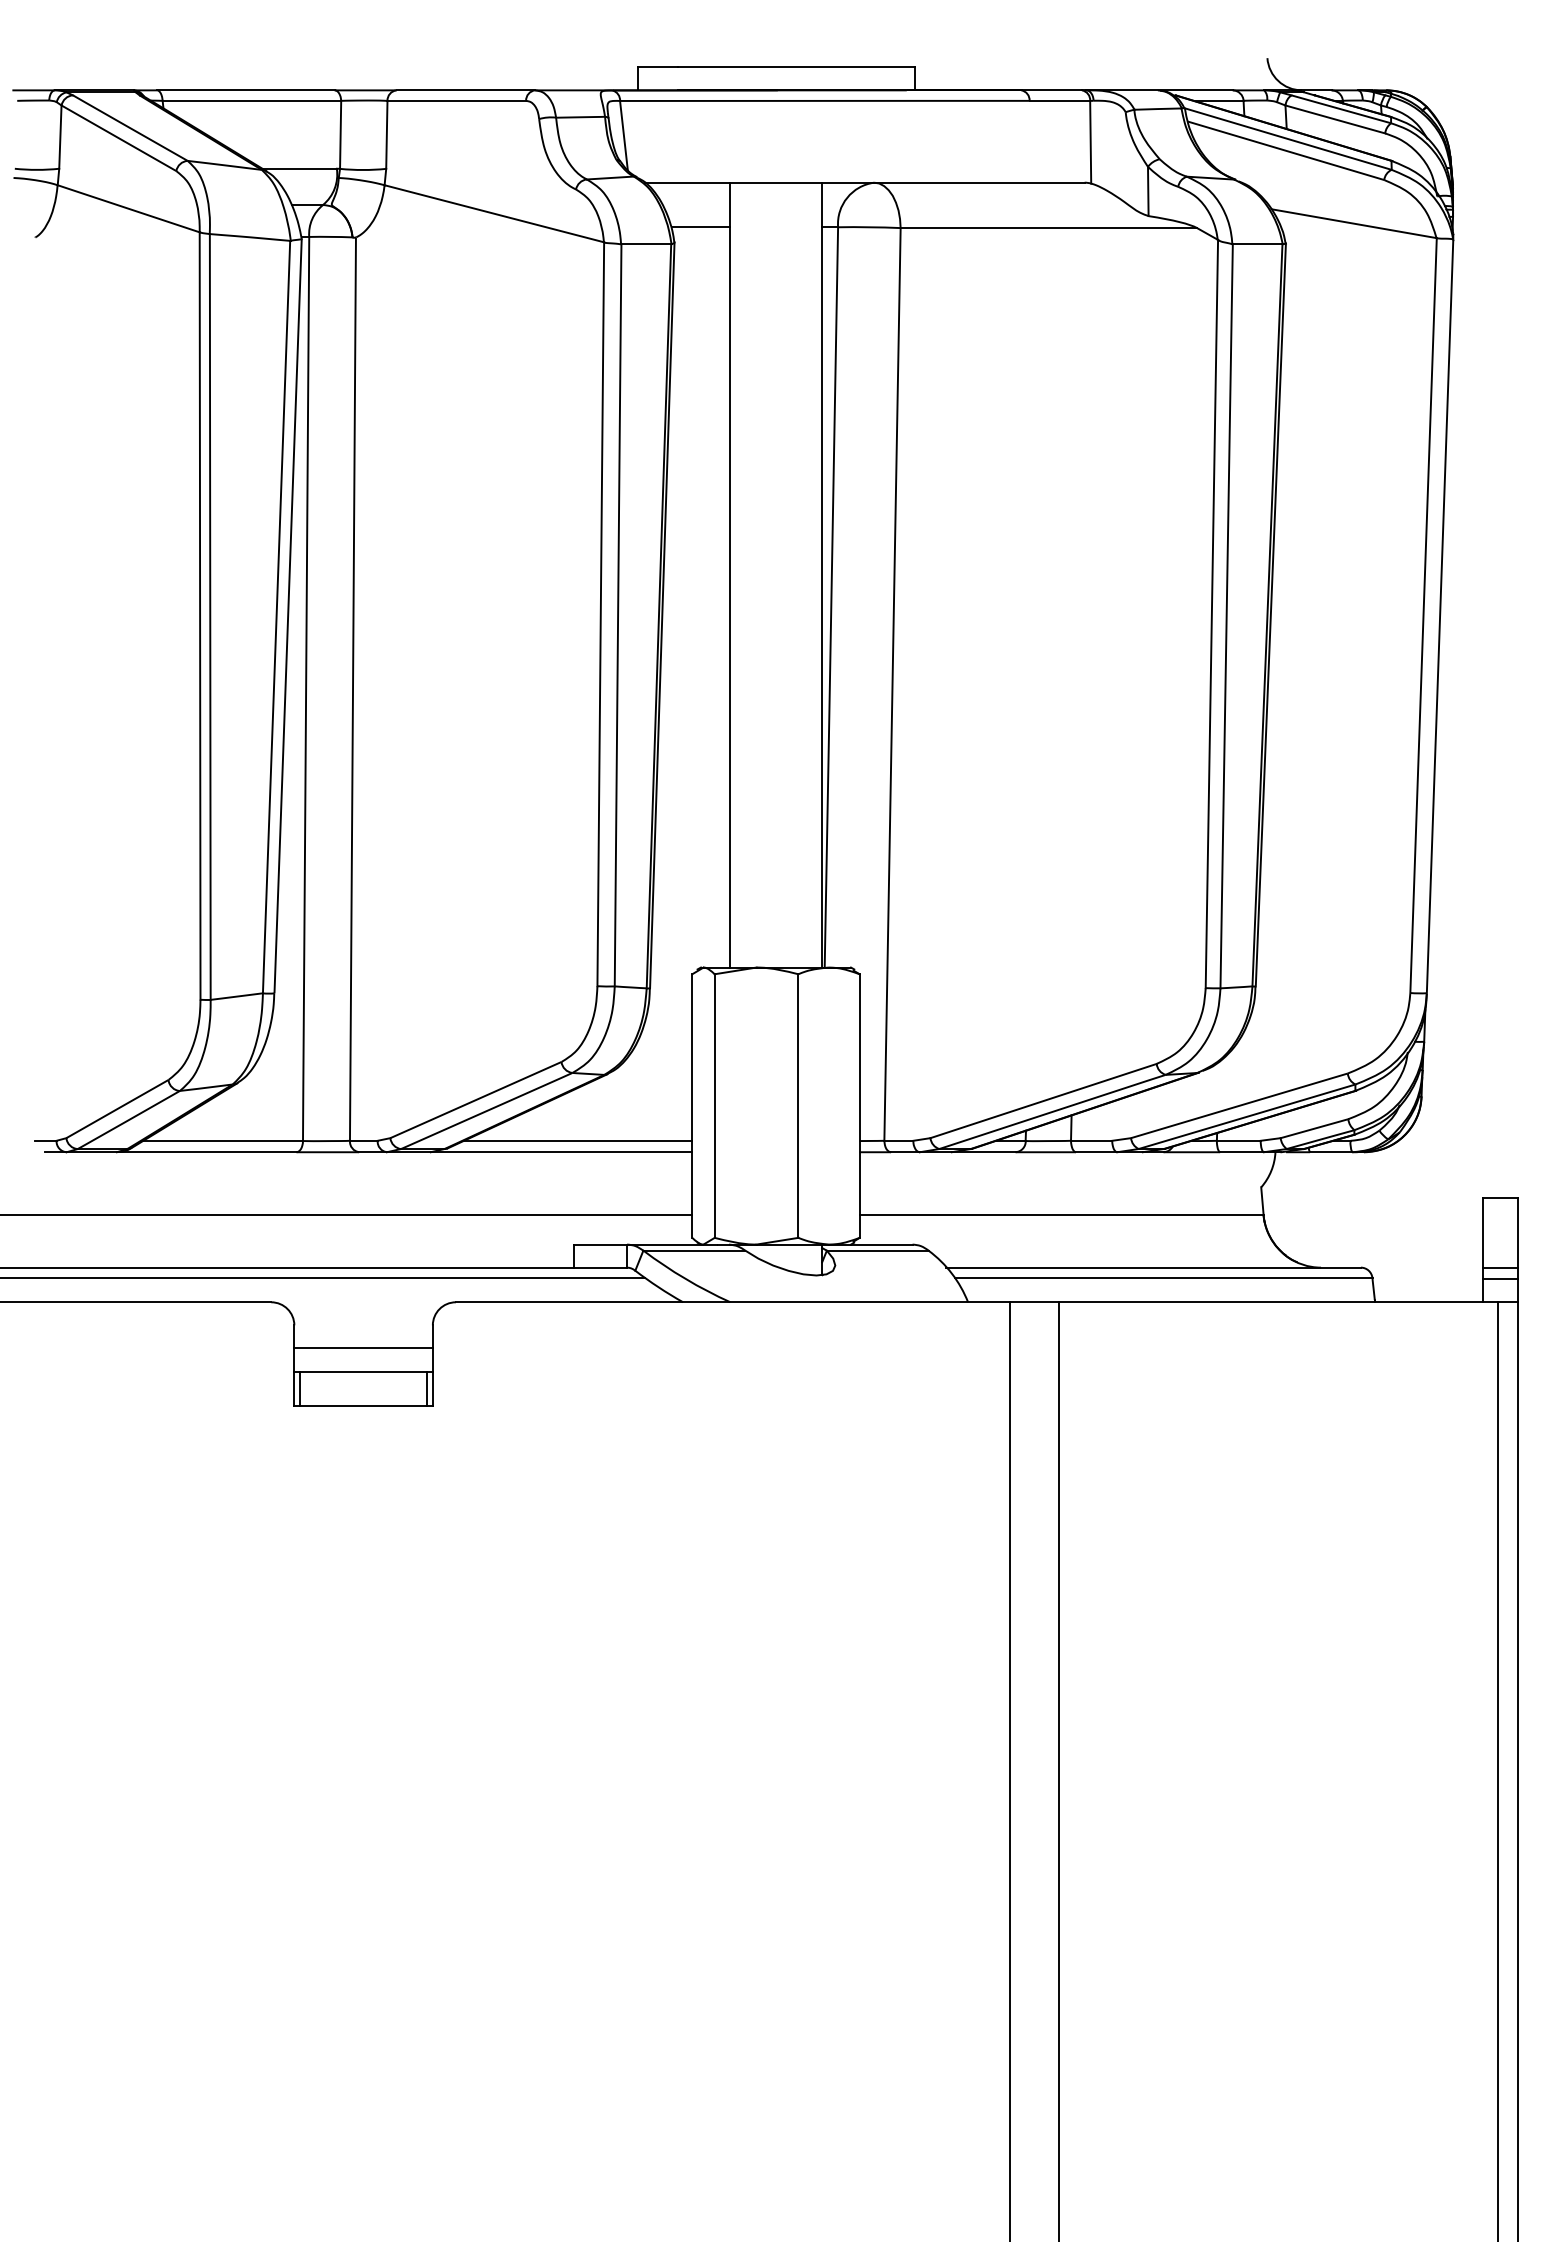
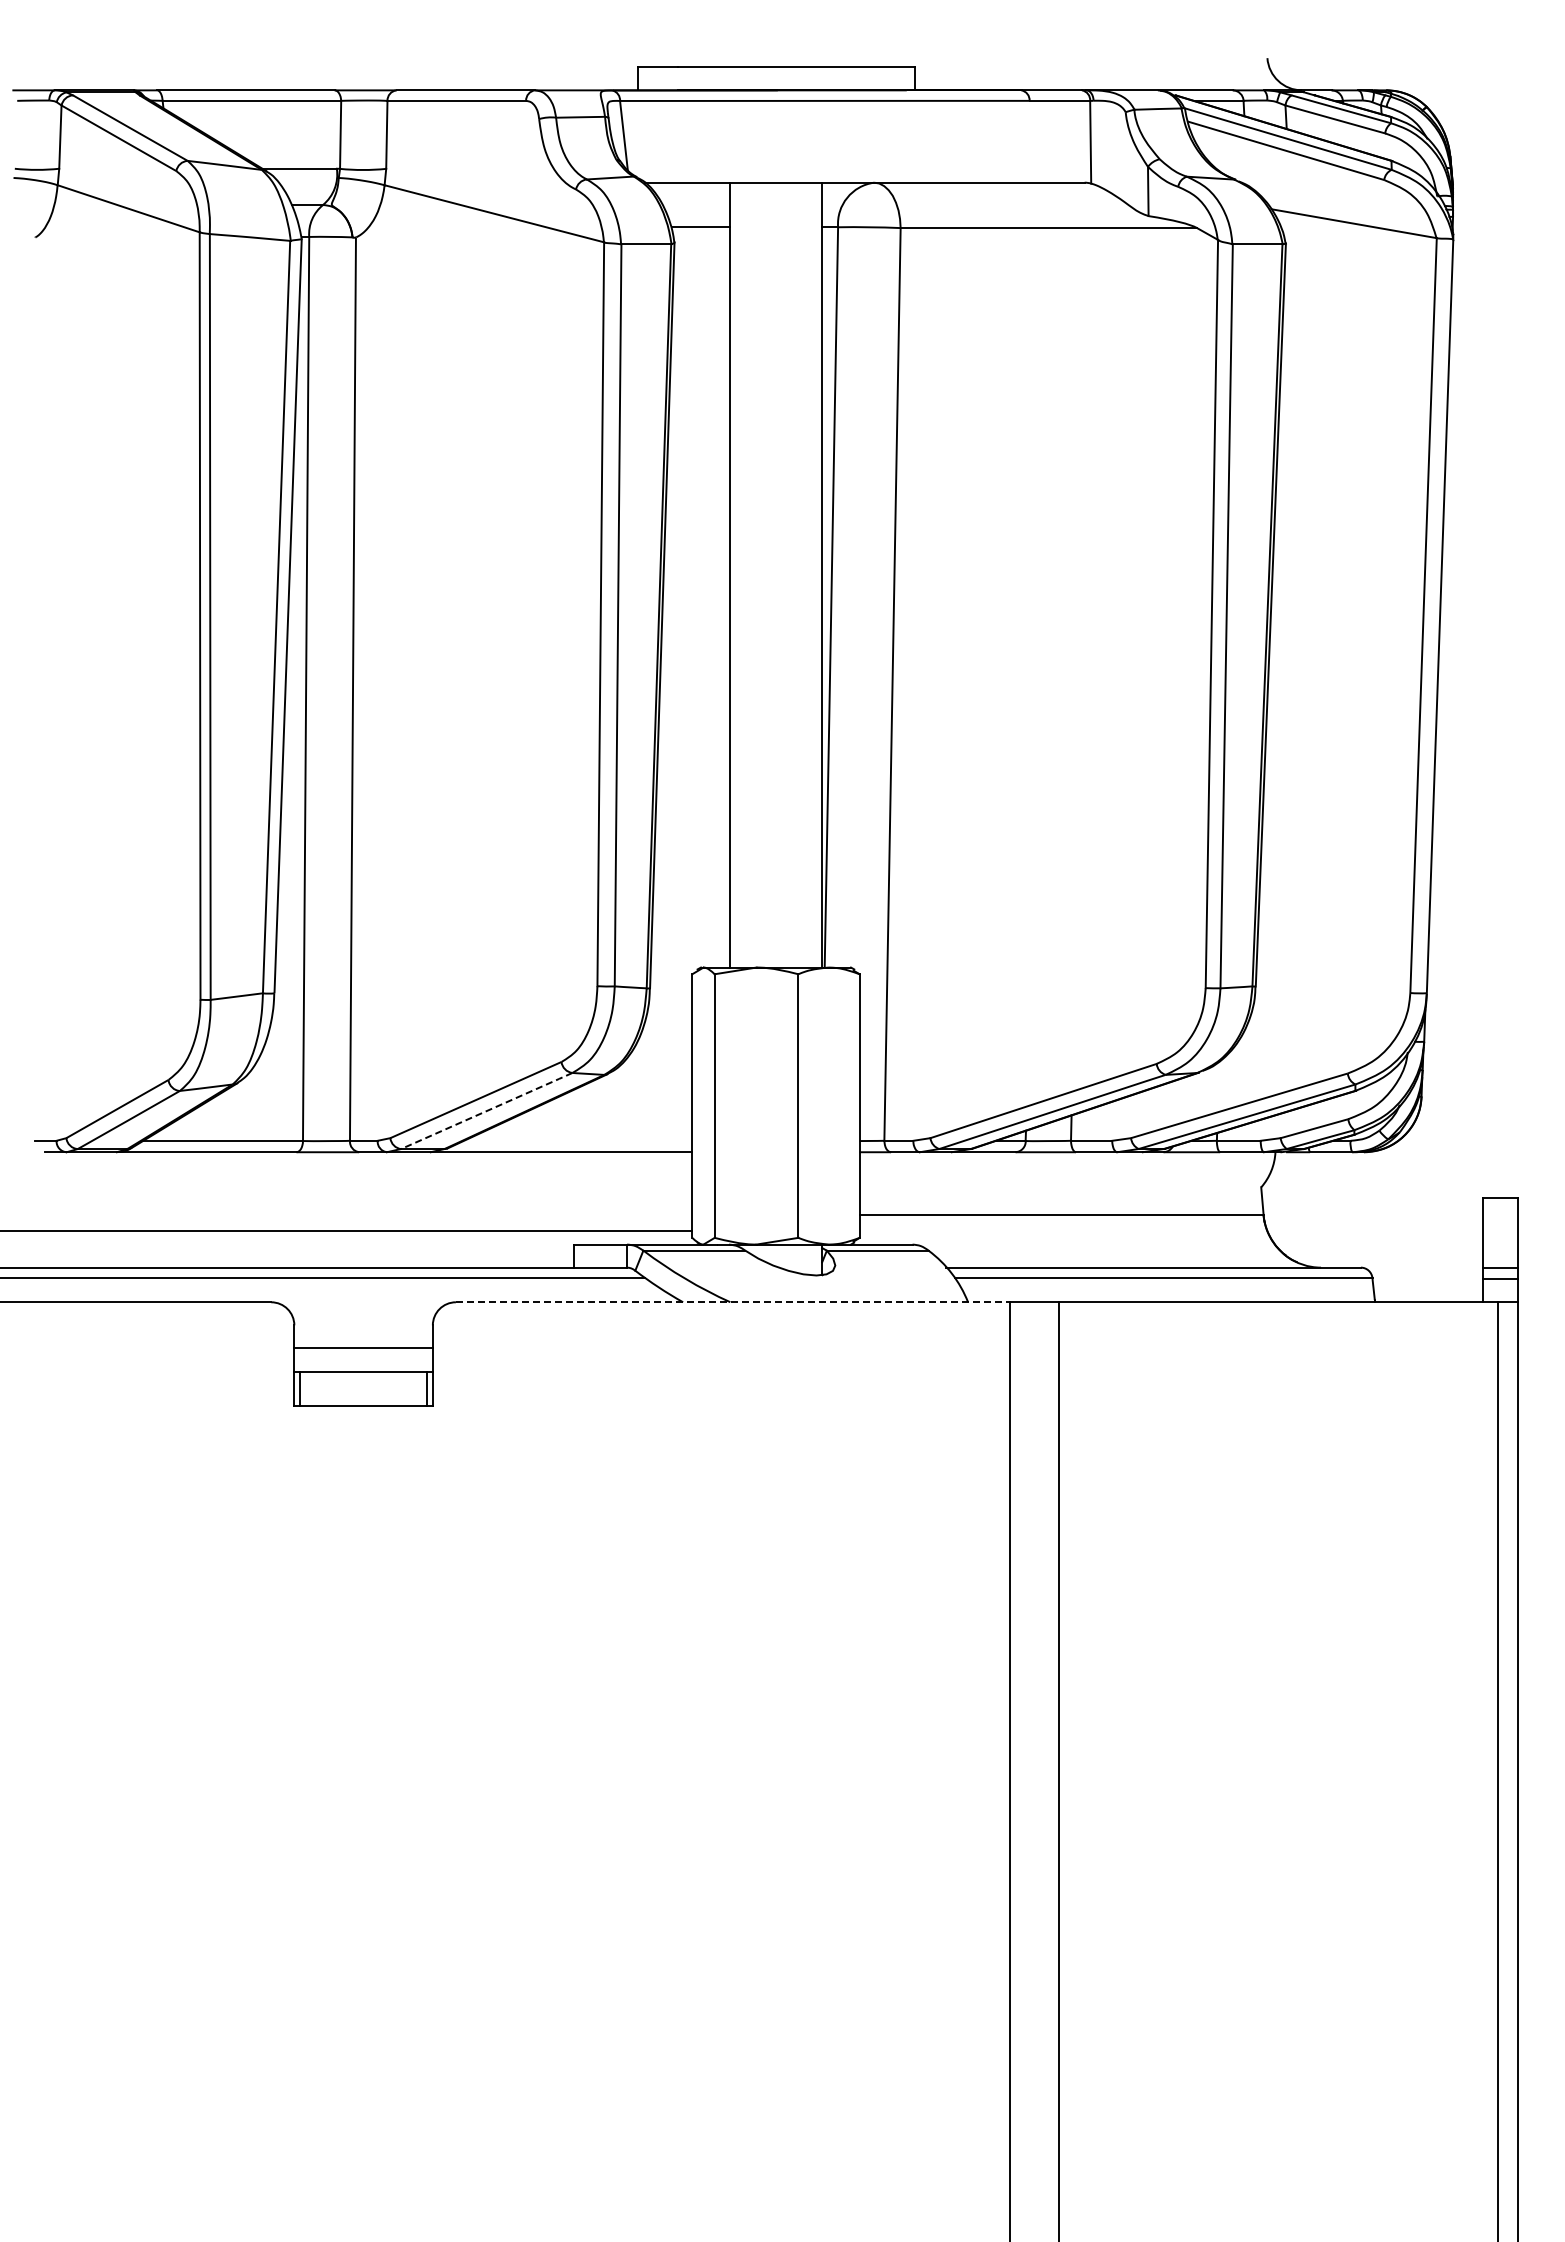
line at (487, 1110): solid -> dashed
line at (578, 1141): present -> none
line at (347, 1214) position: (347, 1214) -> (347, 1230)
line at (733, 1302): solid -> dashed
